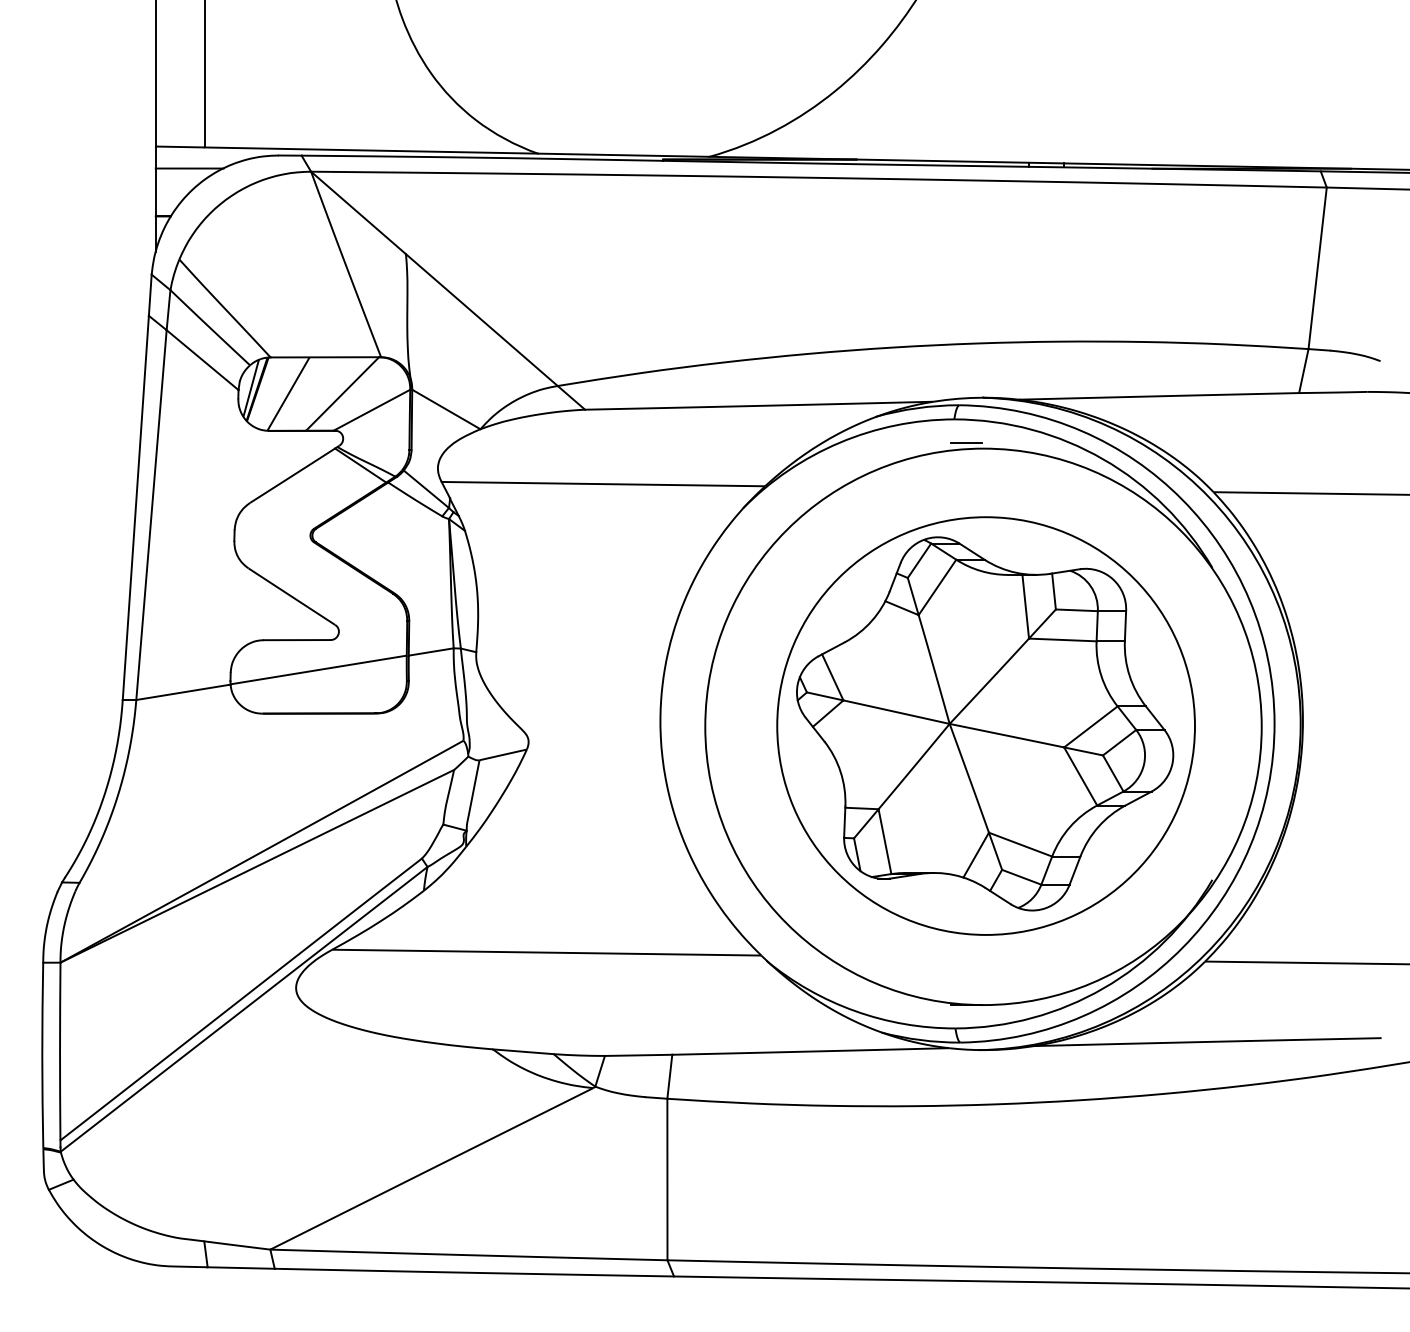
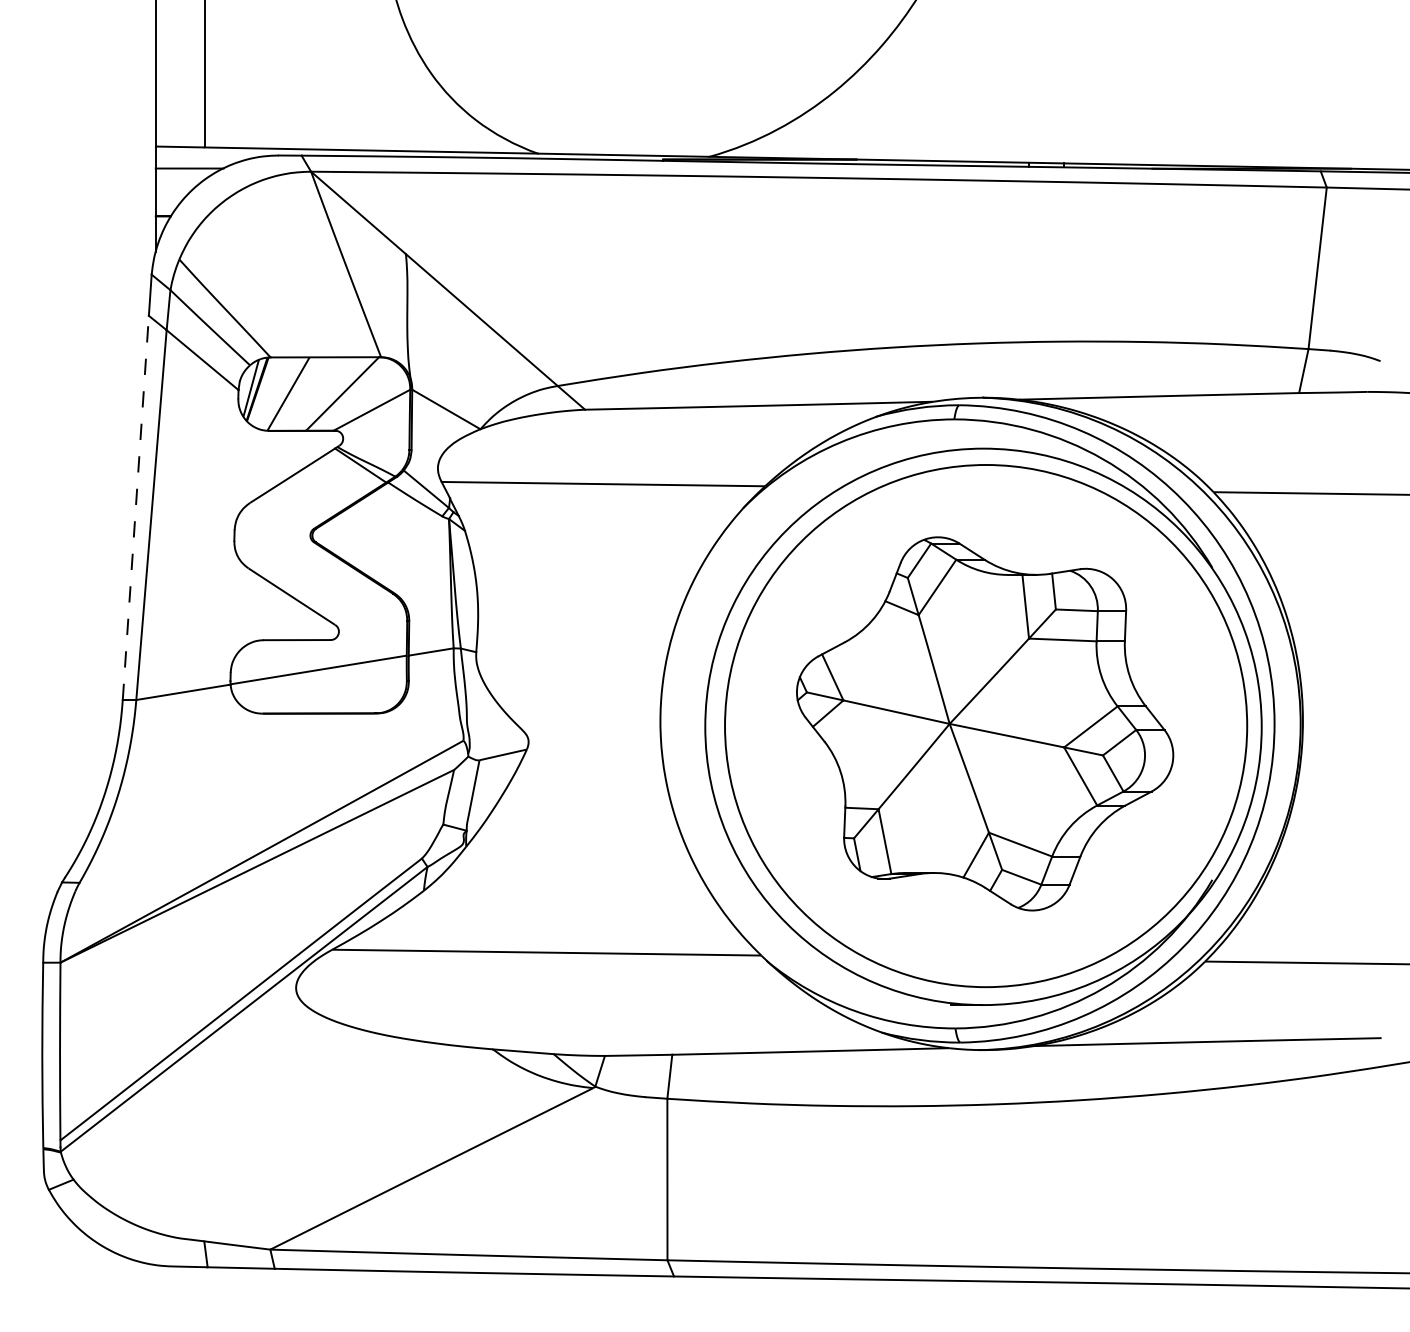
line at (966, 442): present -> none
line at (135, 507): solid -> dashed
circle at (985, 725) diameter: 418 px -> 522 px
